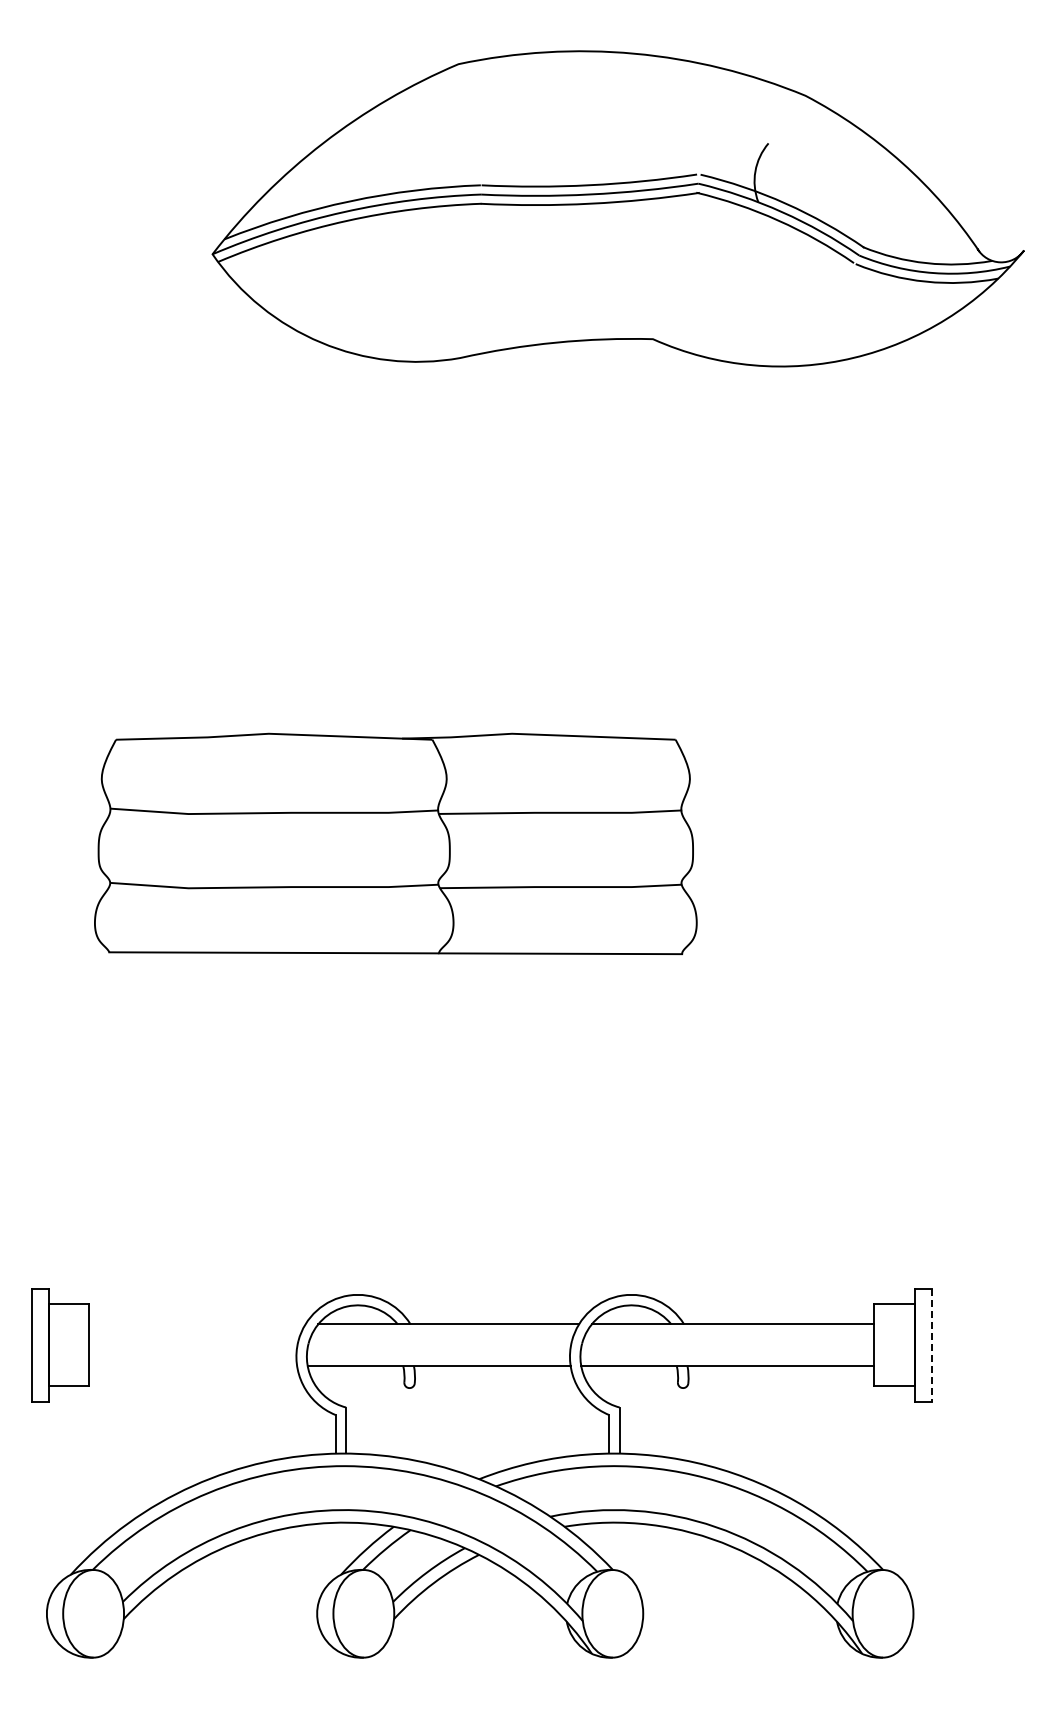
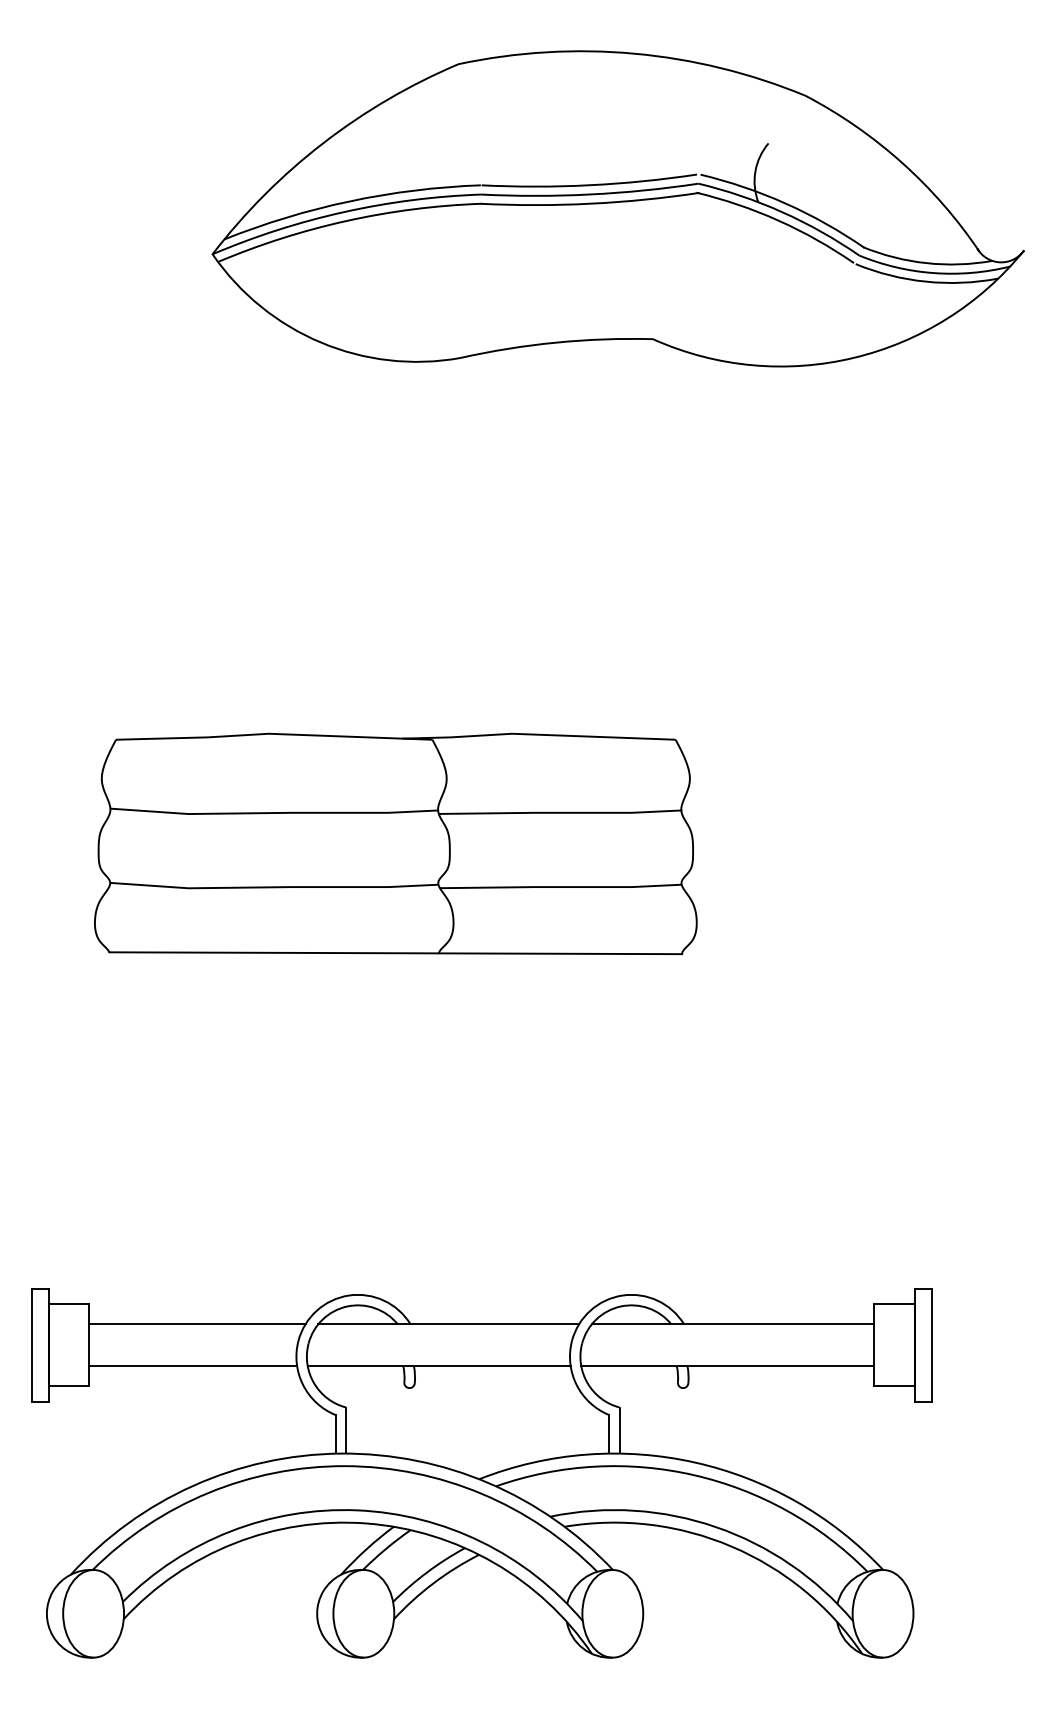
line at (197, 1324): none -> present
line at (931, 1345): dashed -> solid
line at (193, 1366): none -> present
